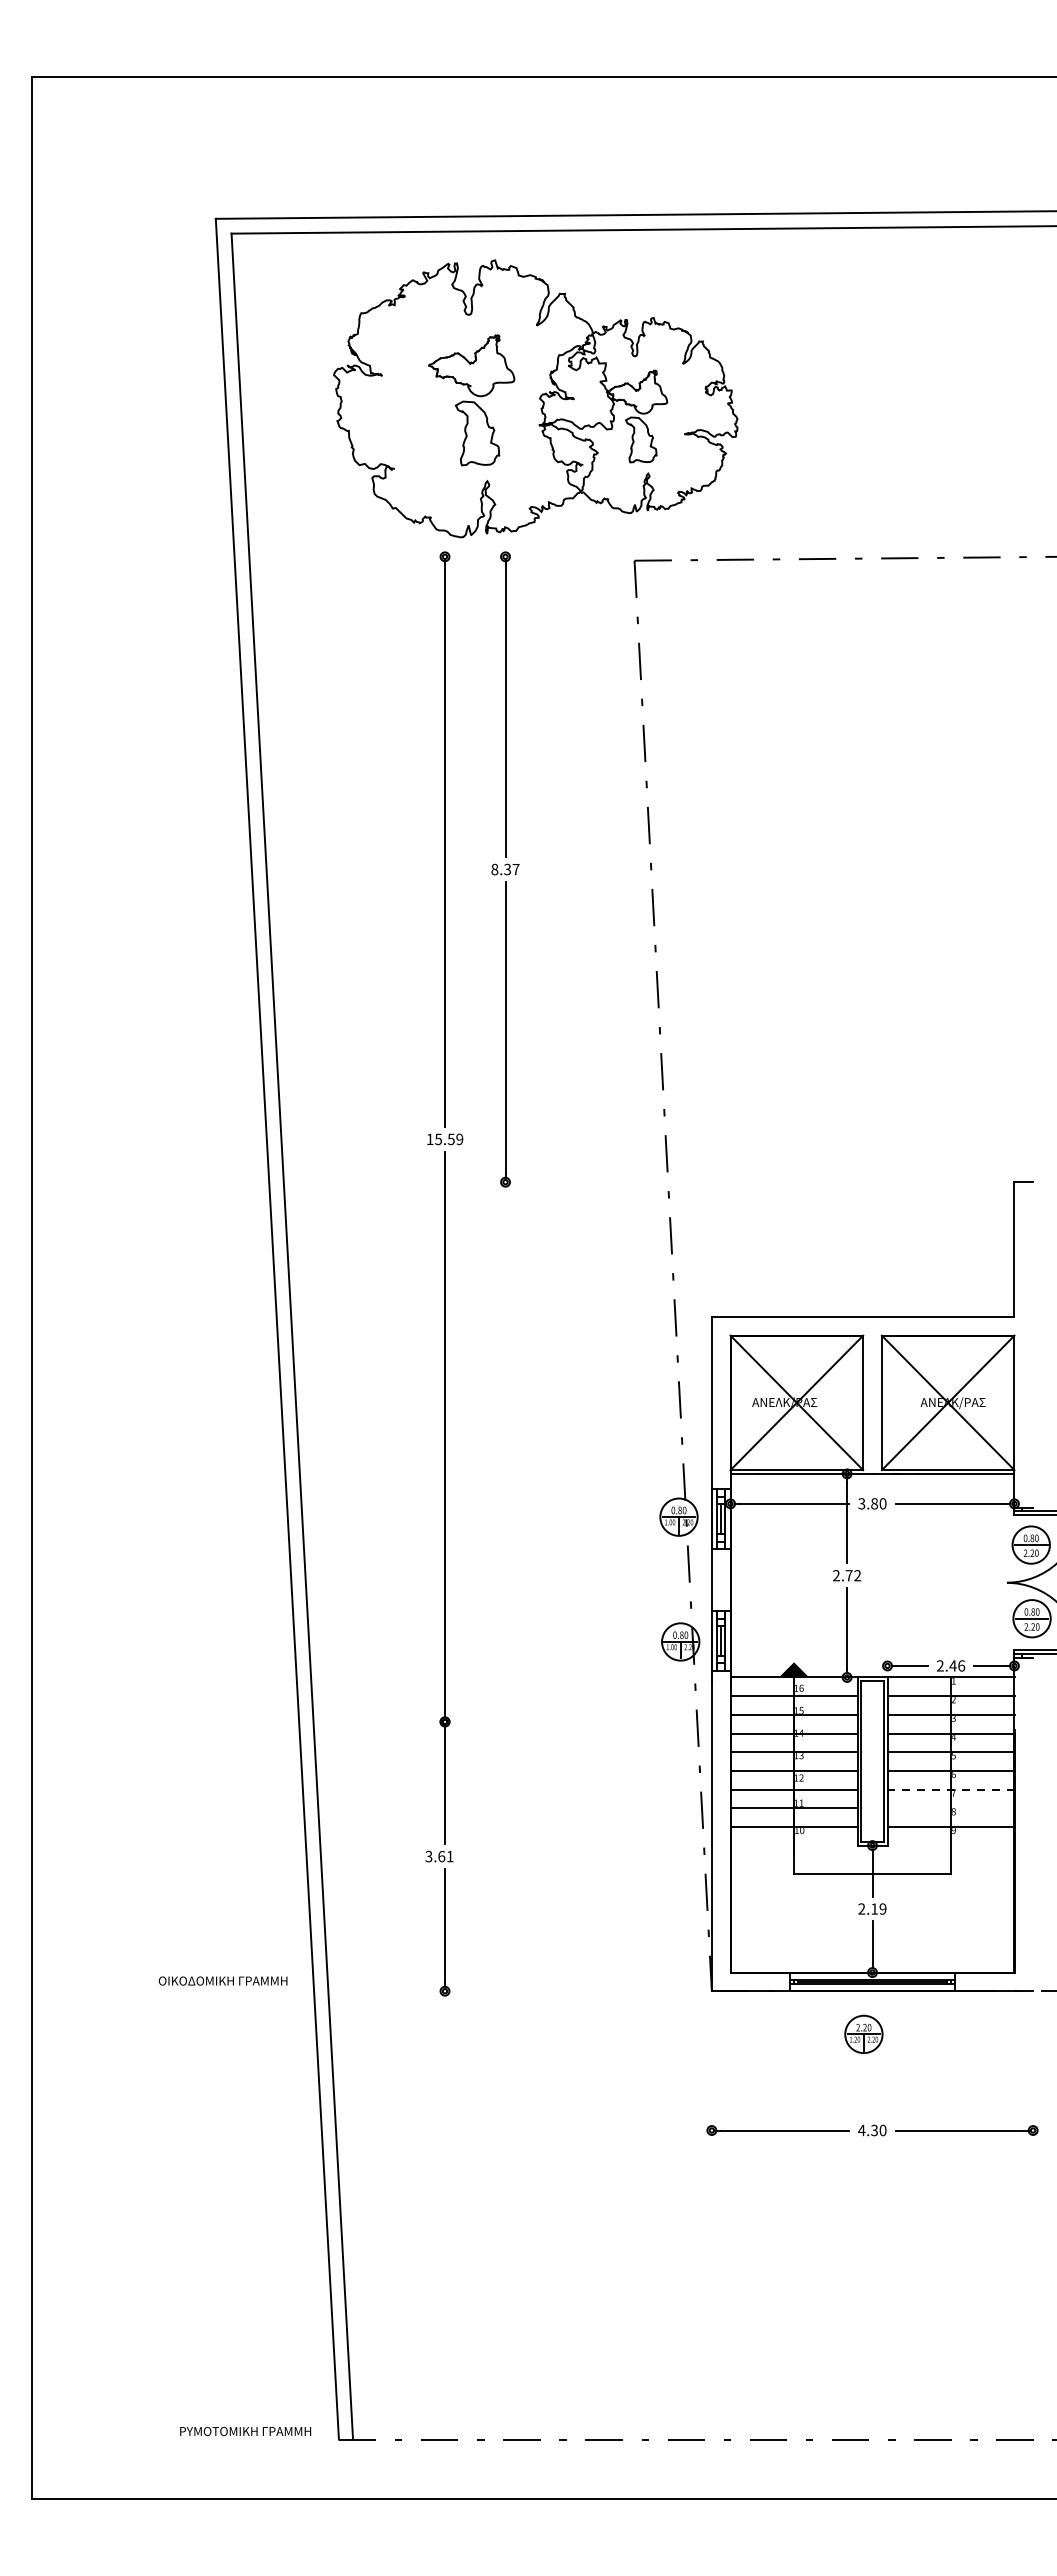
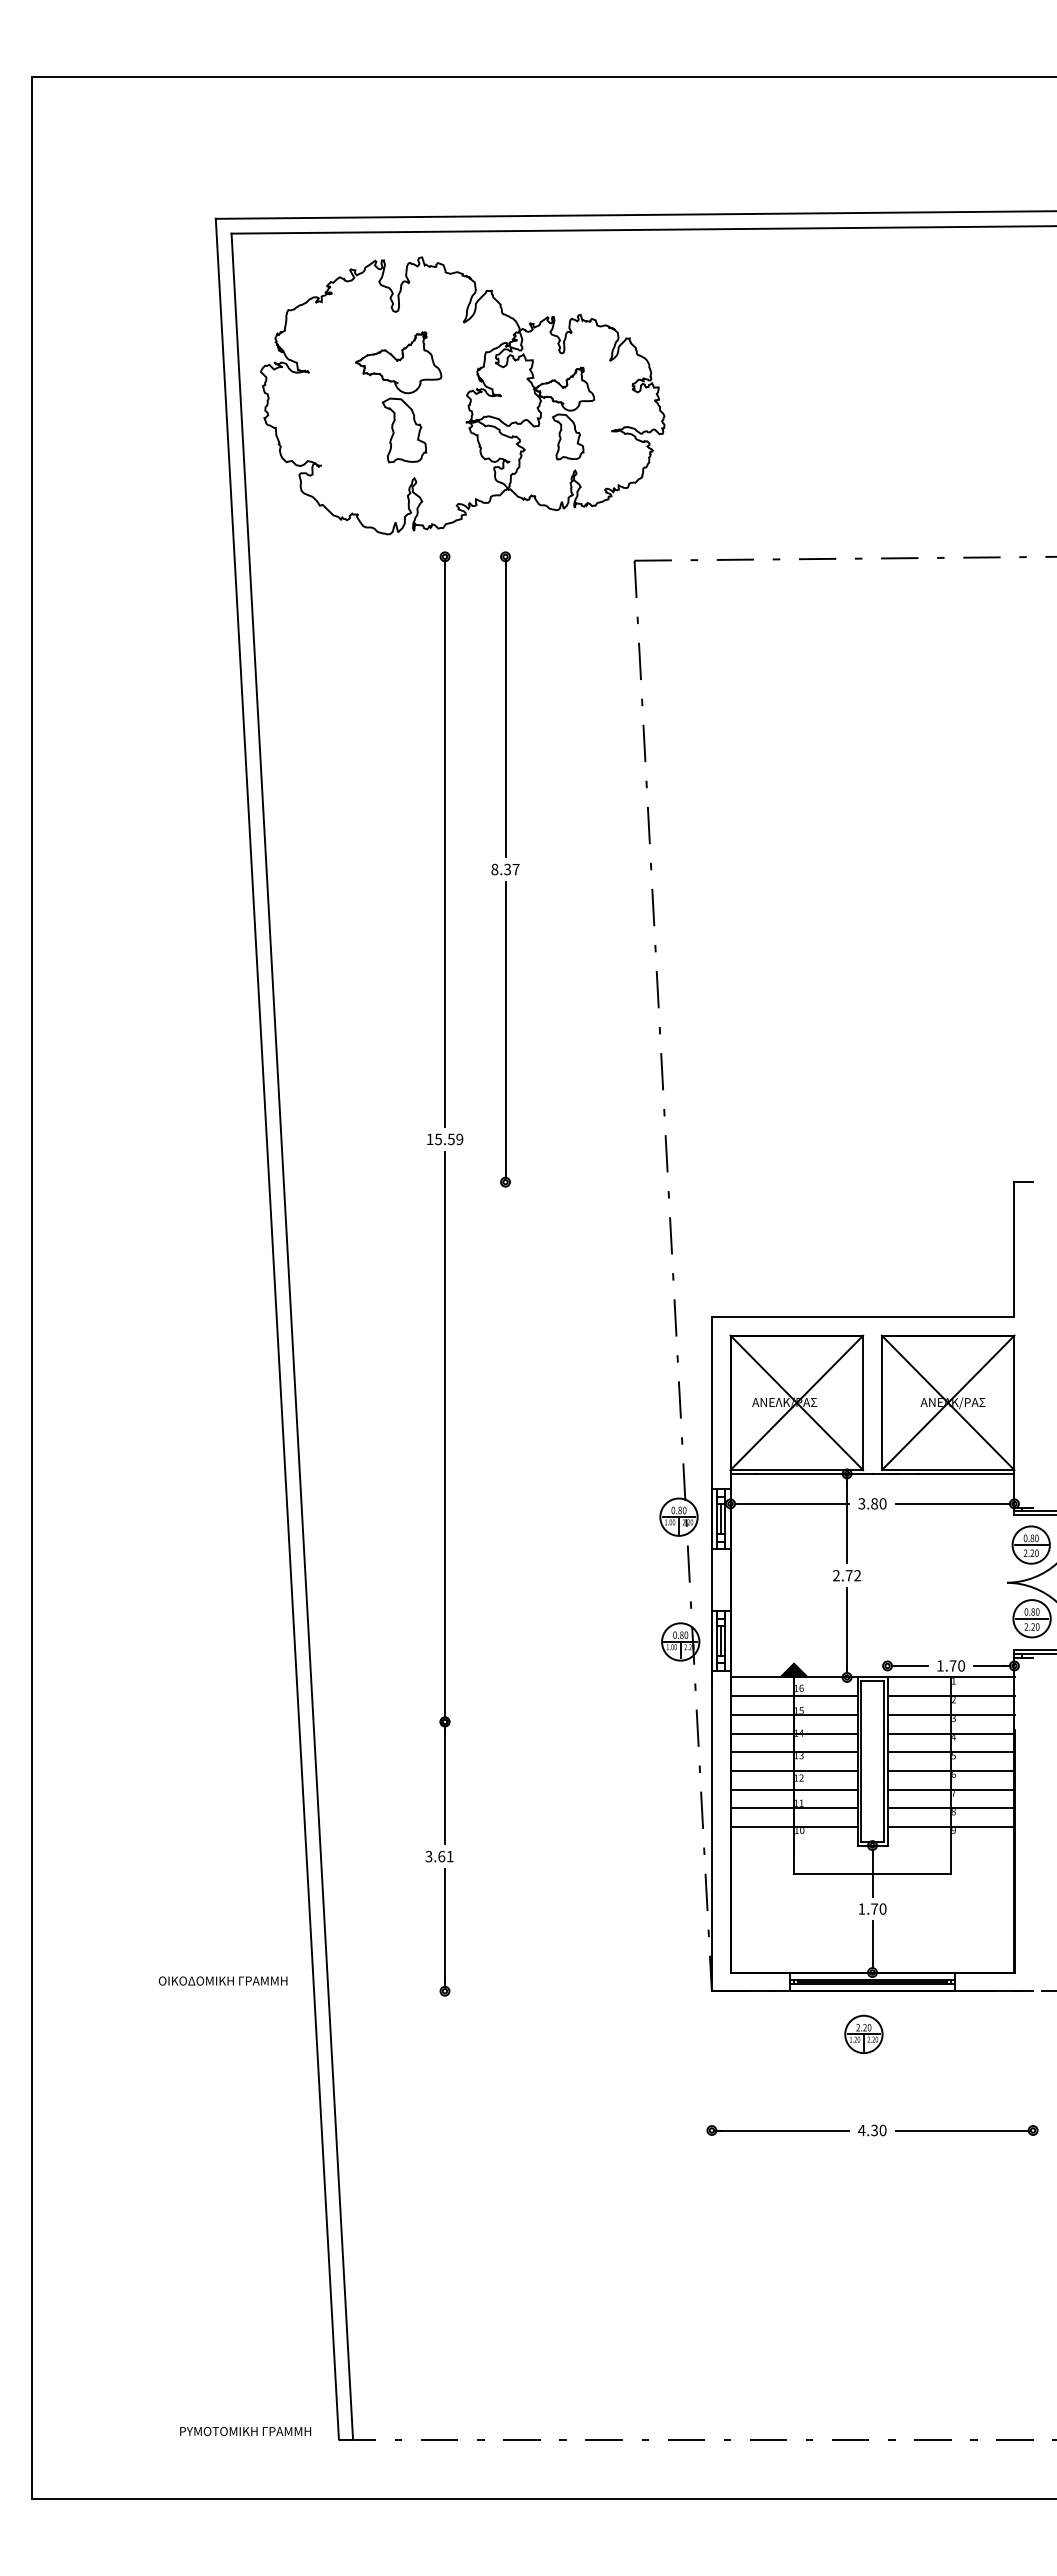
part at (535, 398) position: (535, 398) -> (462, 395)
text at (951, 1665): 2.46 -> 1.70
line at (951, 1789): dashed -> solid
line at (950, 1808): none -> present
text at (872, 1908): 2.19 -> 1.70
